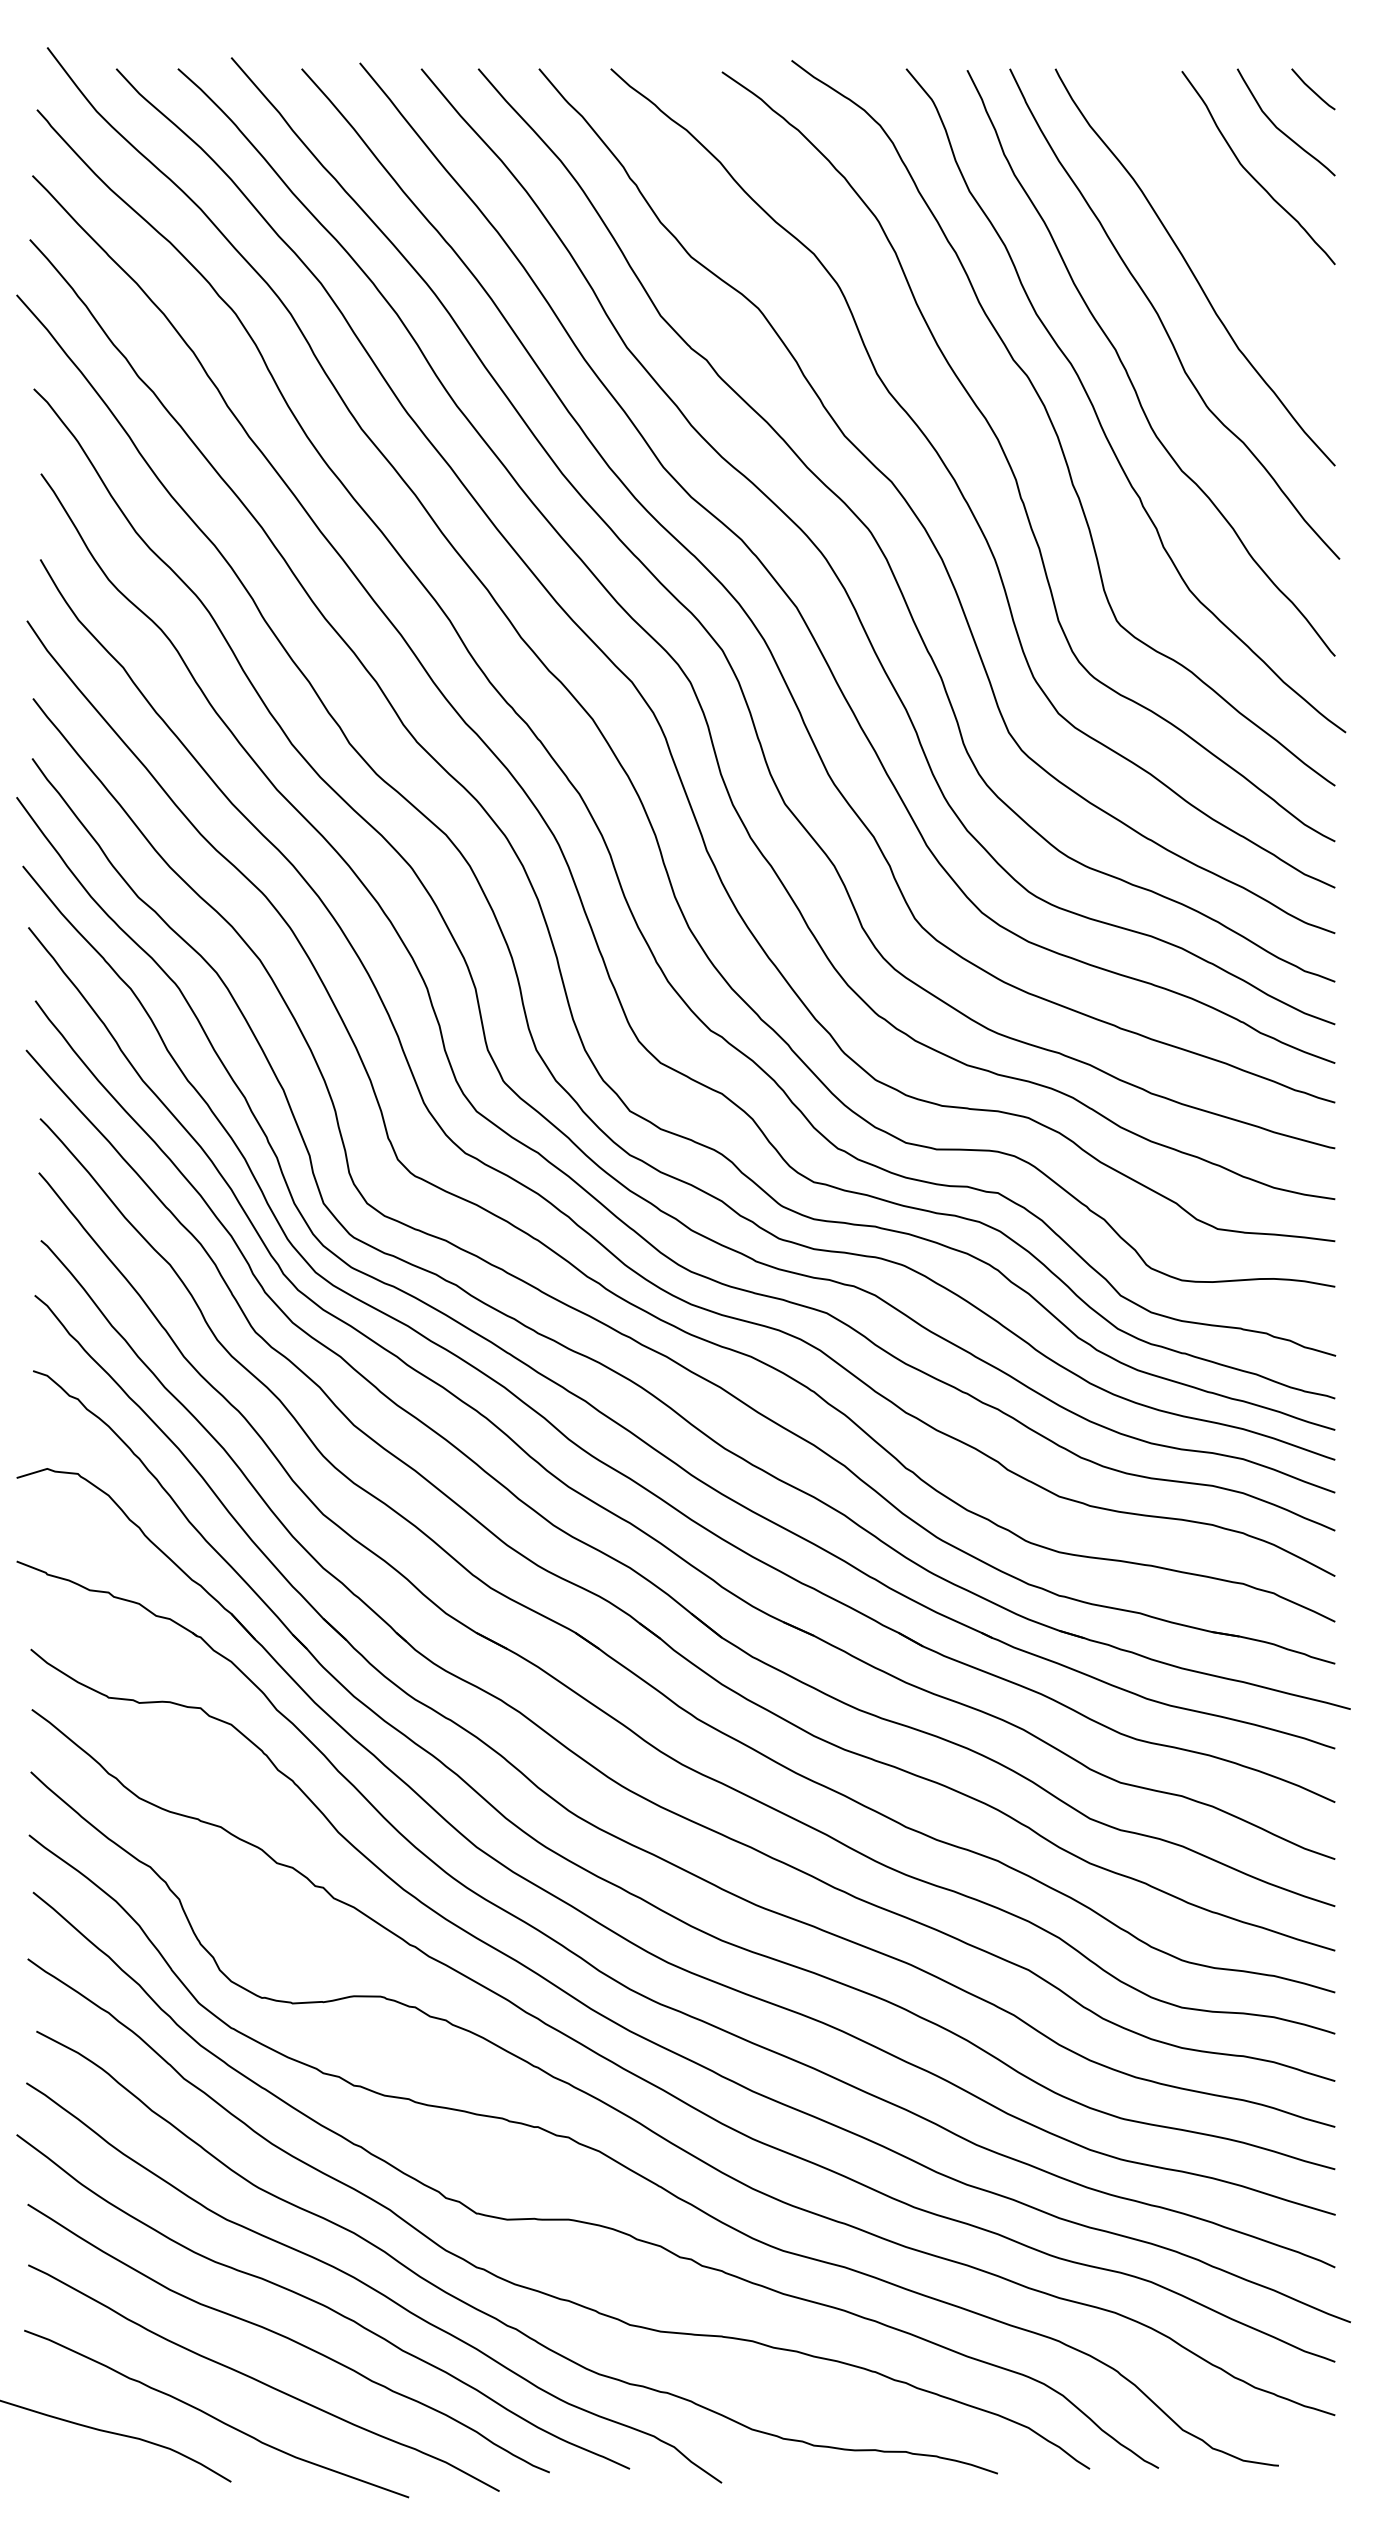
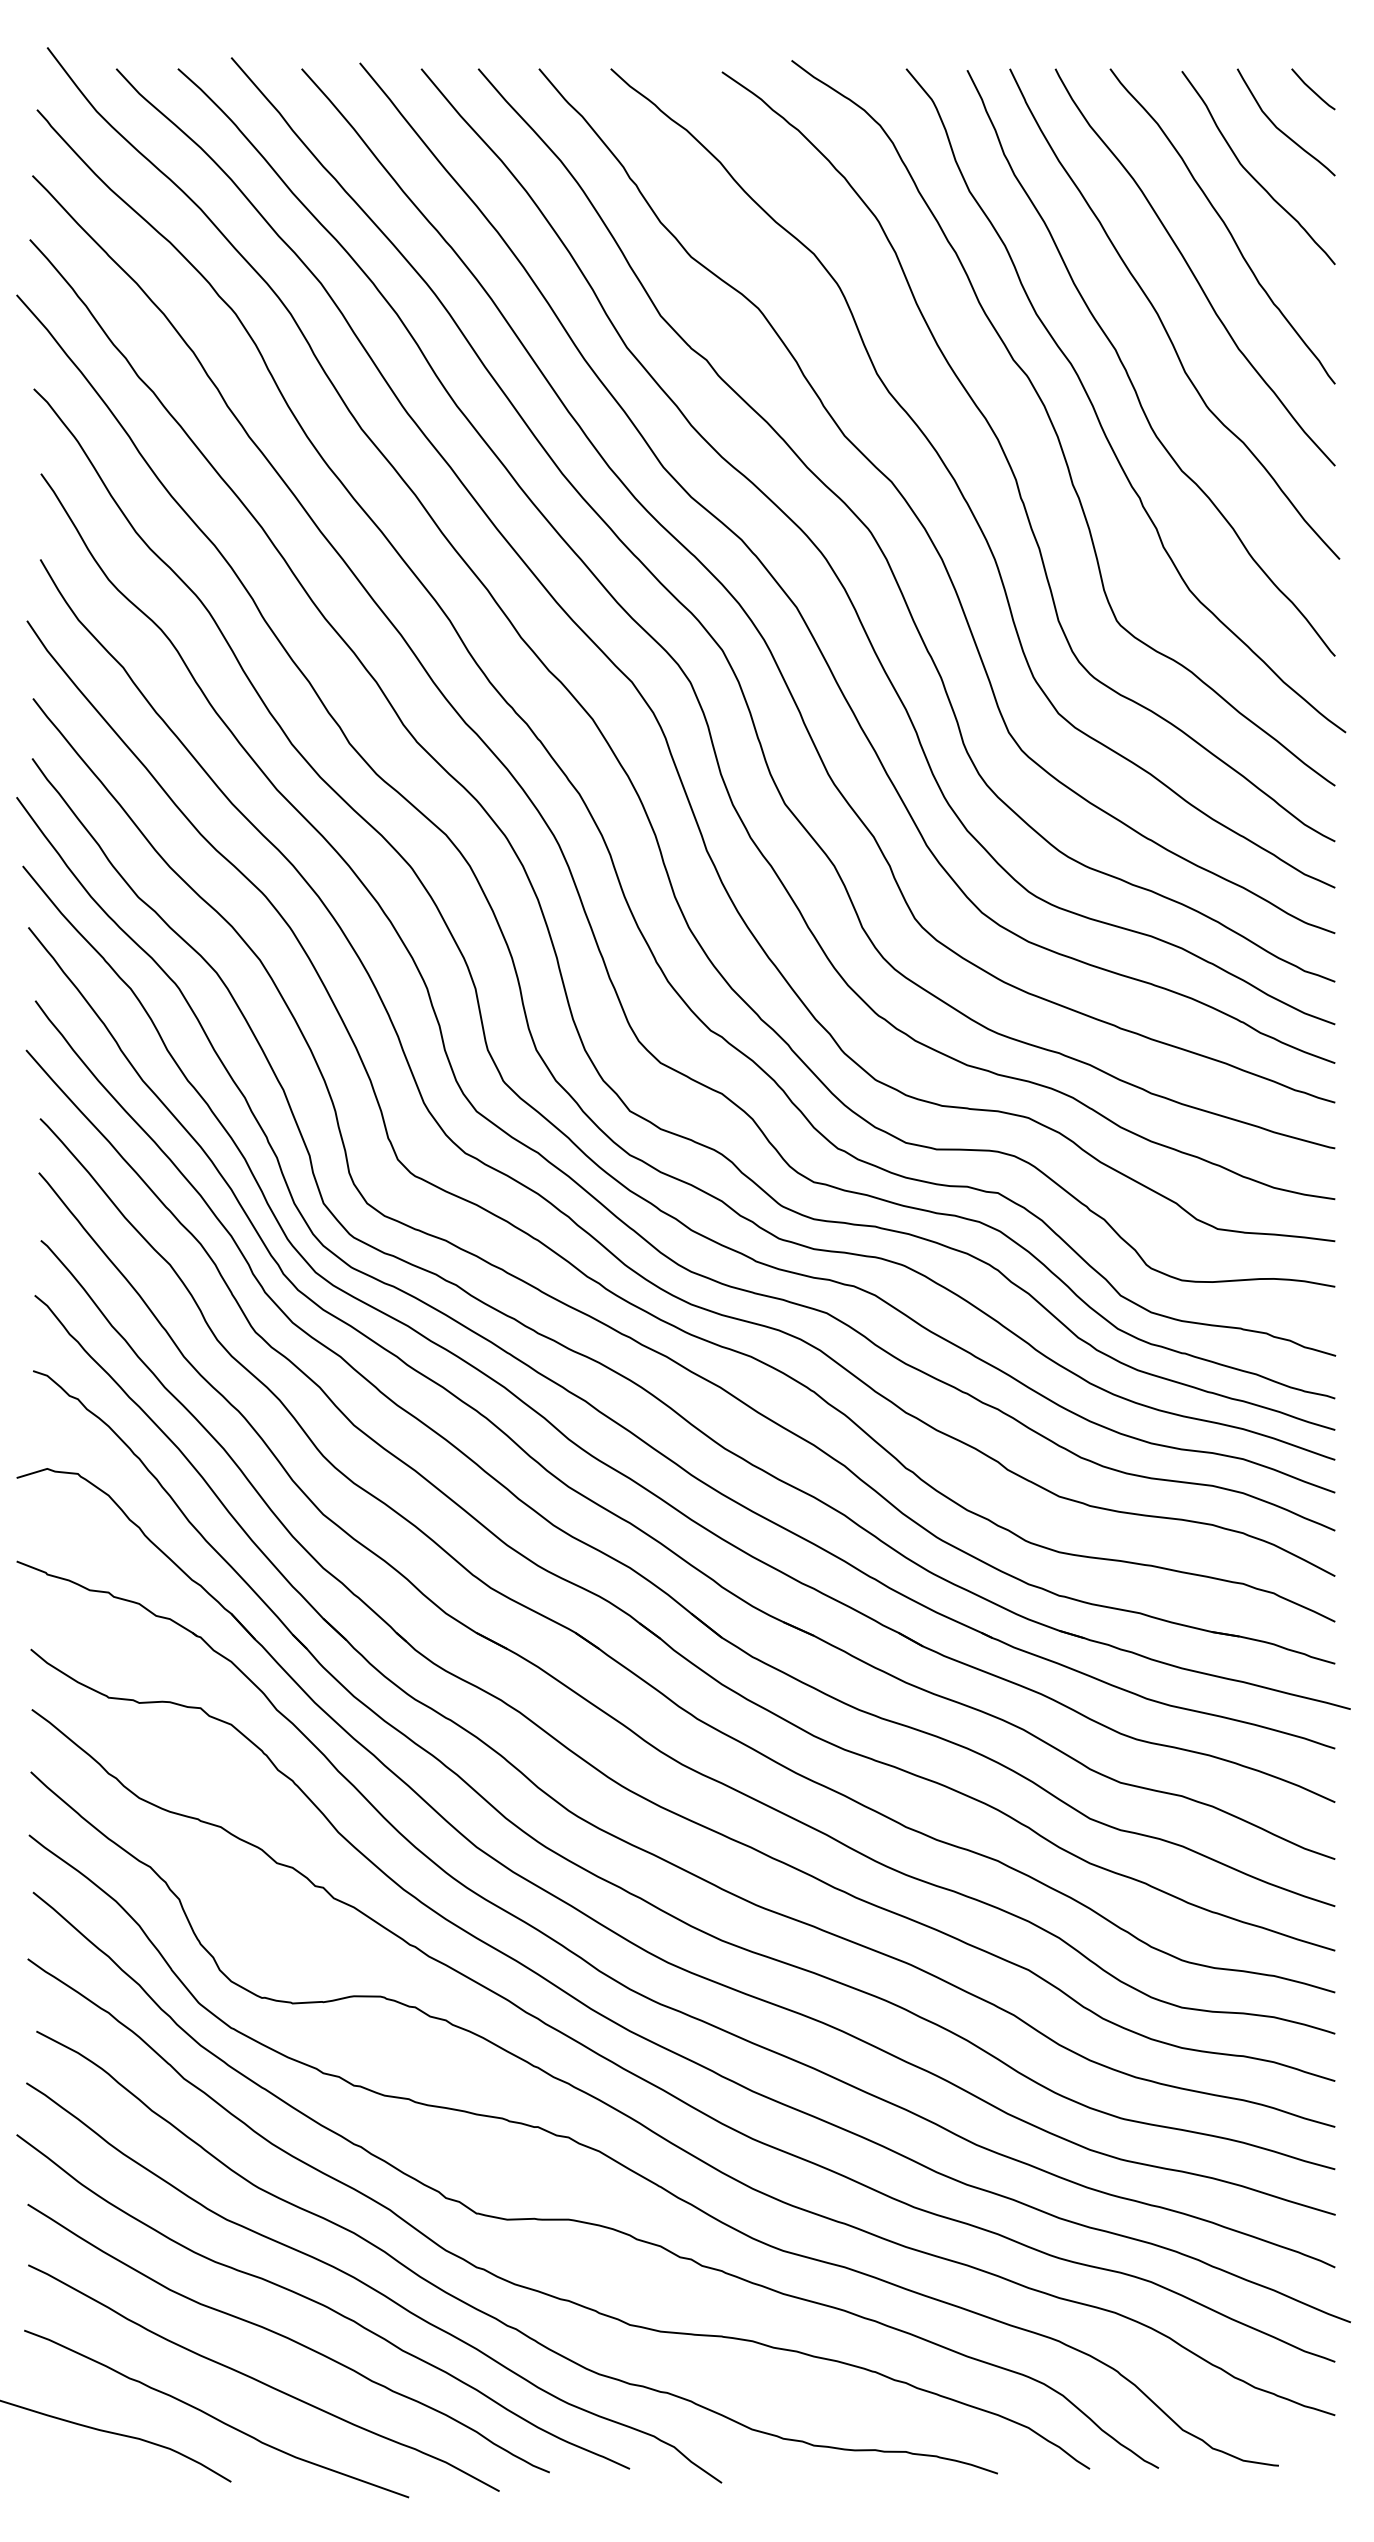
curve at (1224, 225): none -> present
